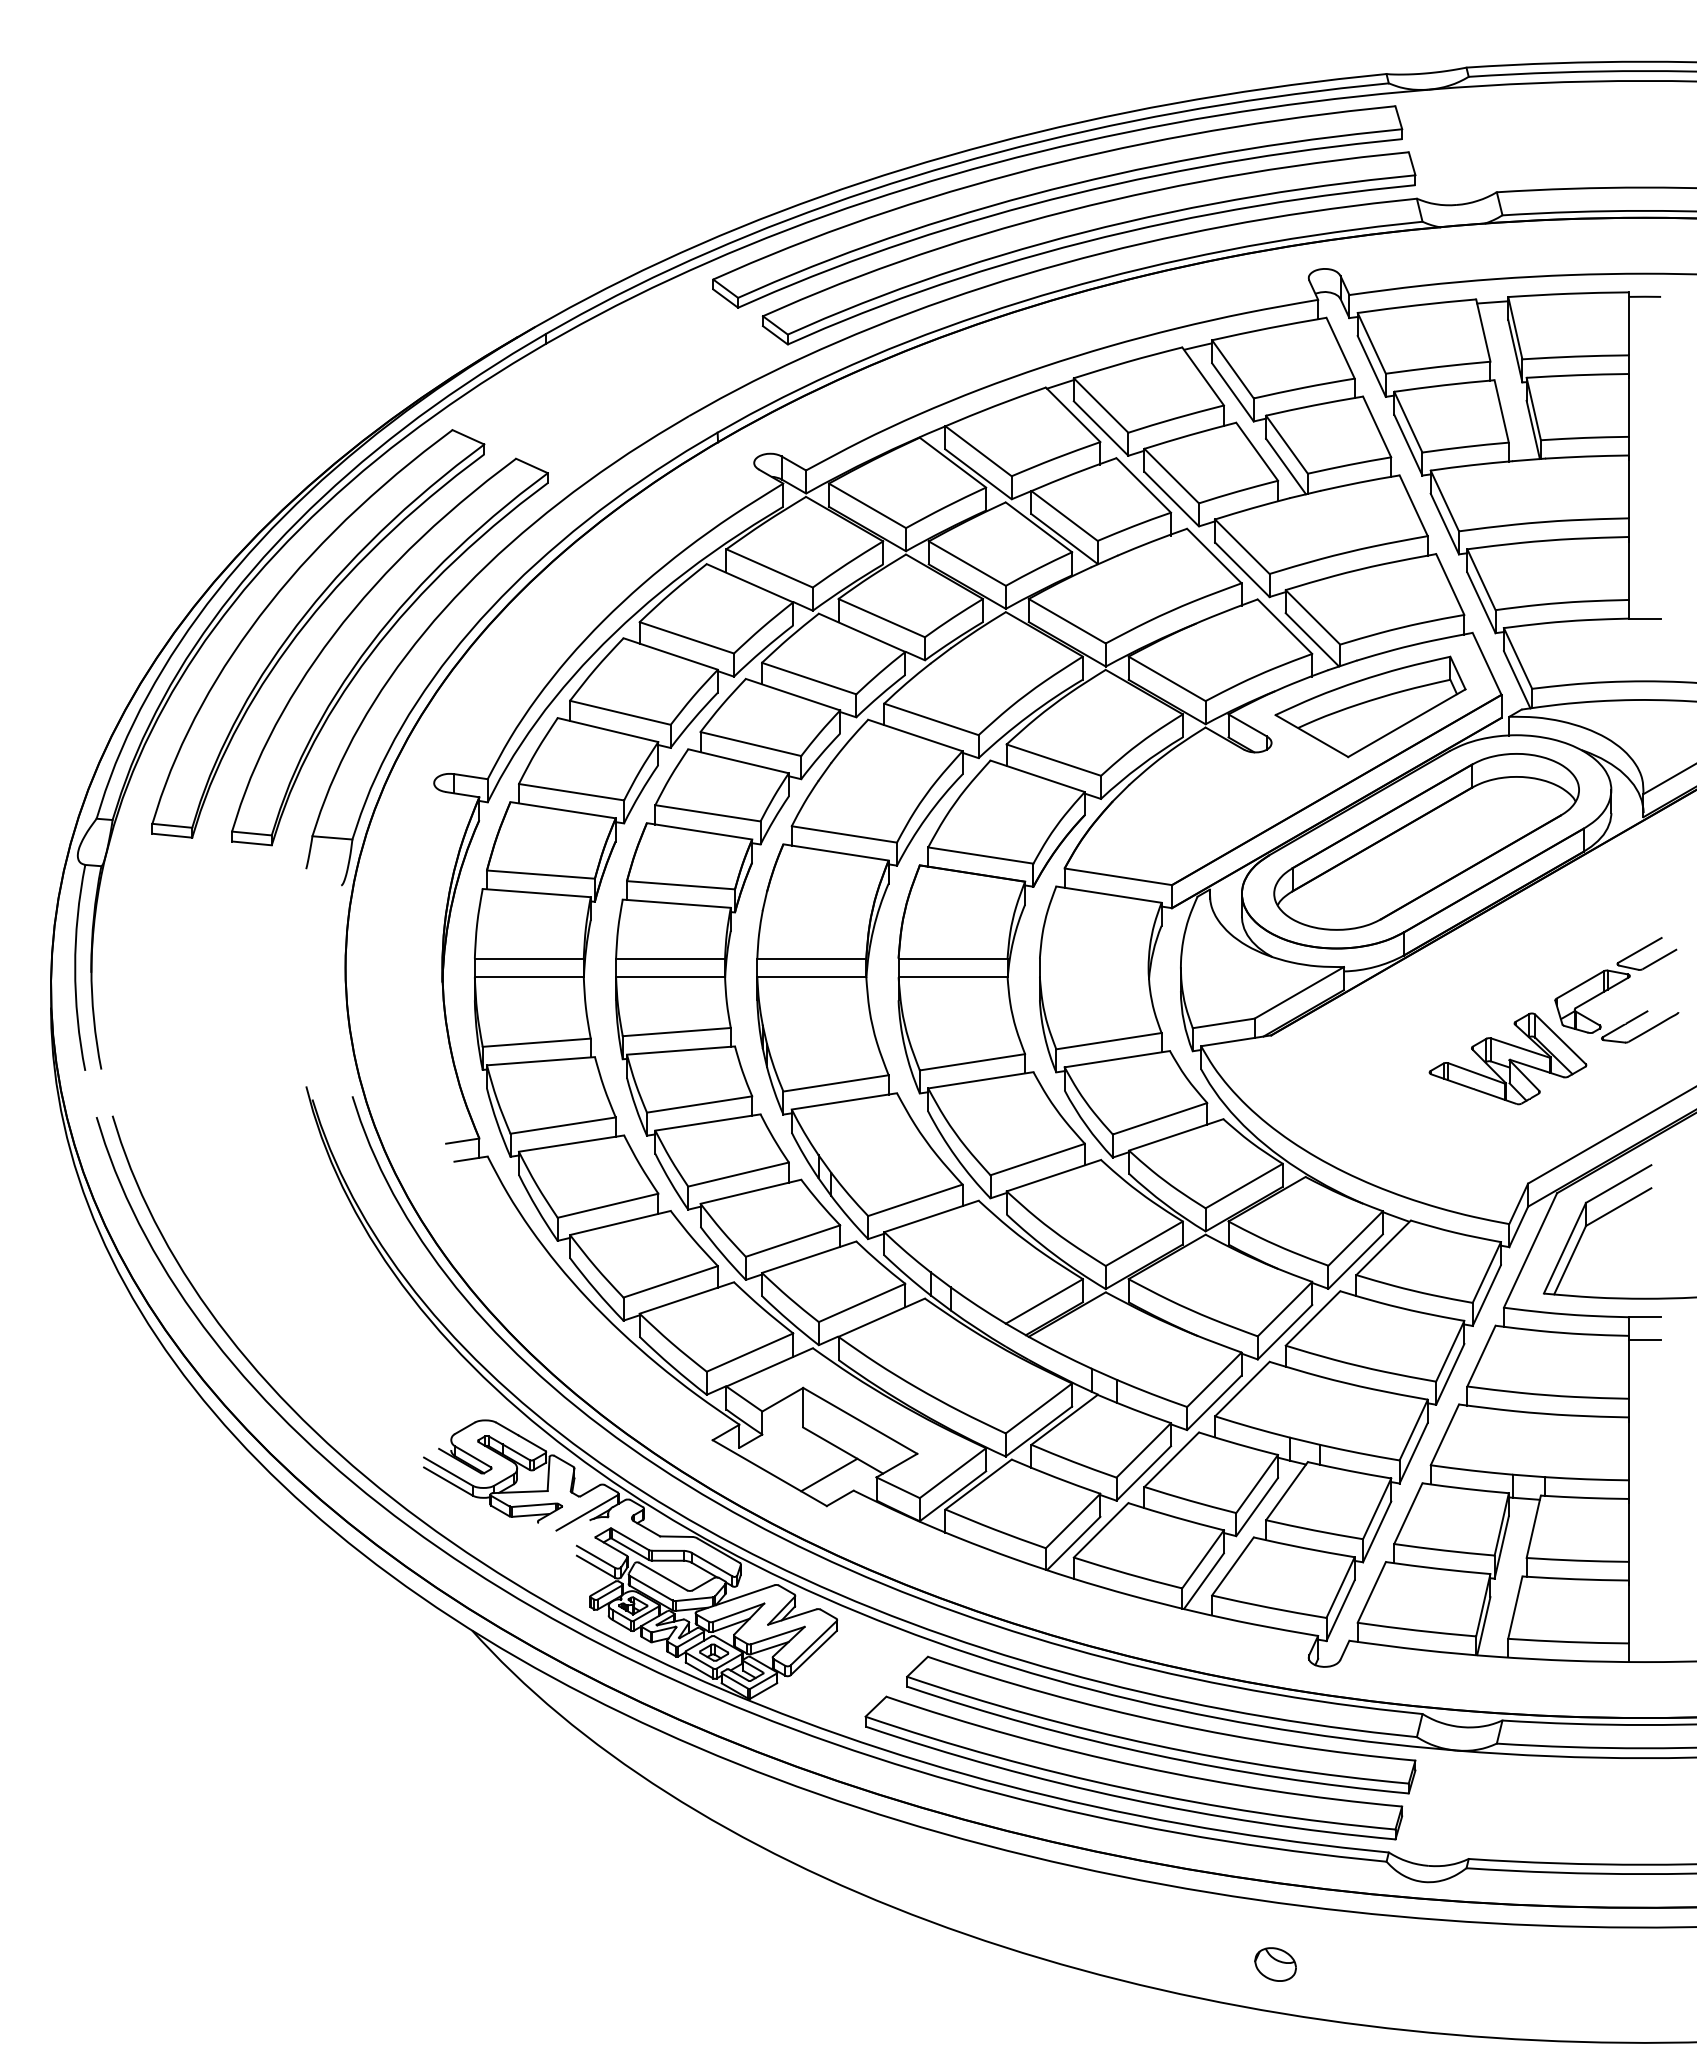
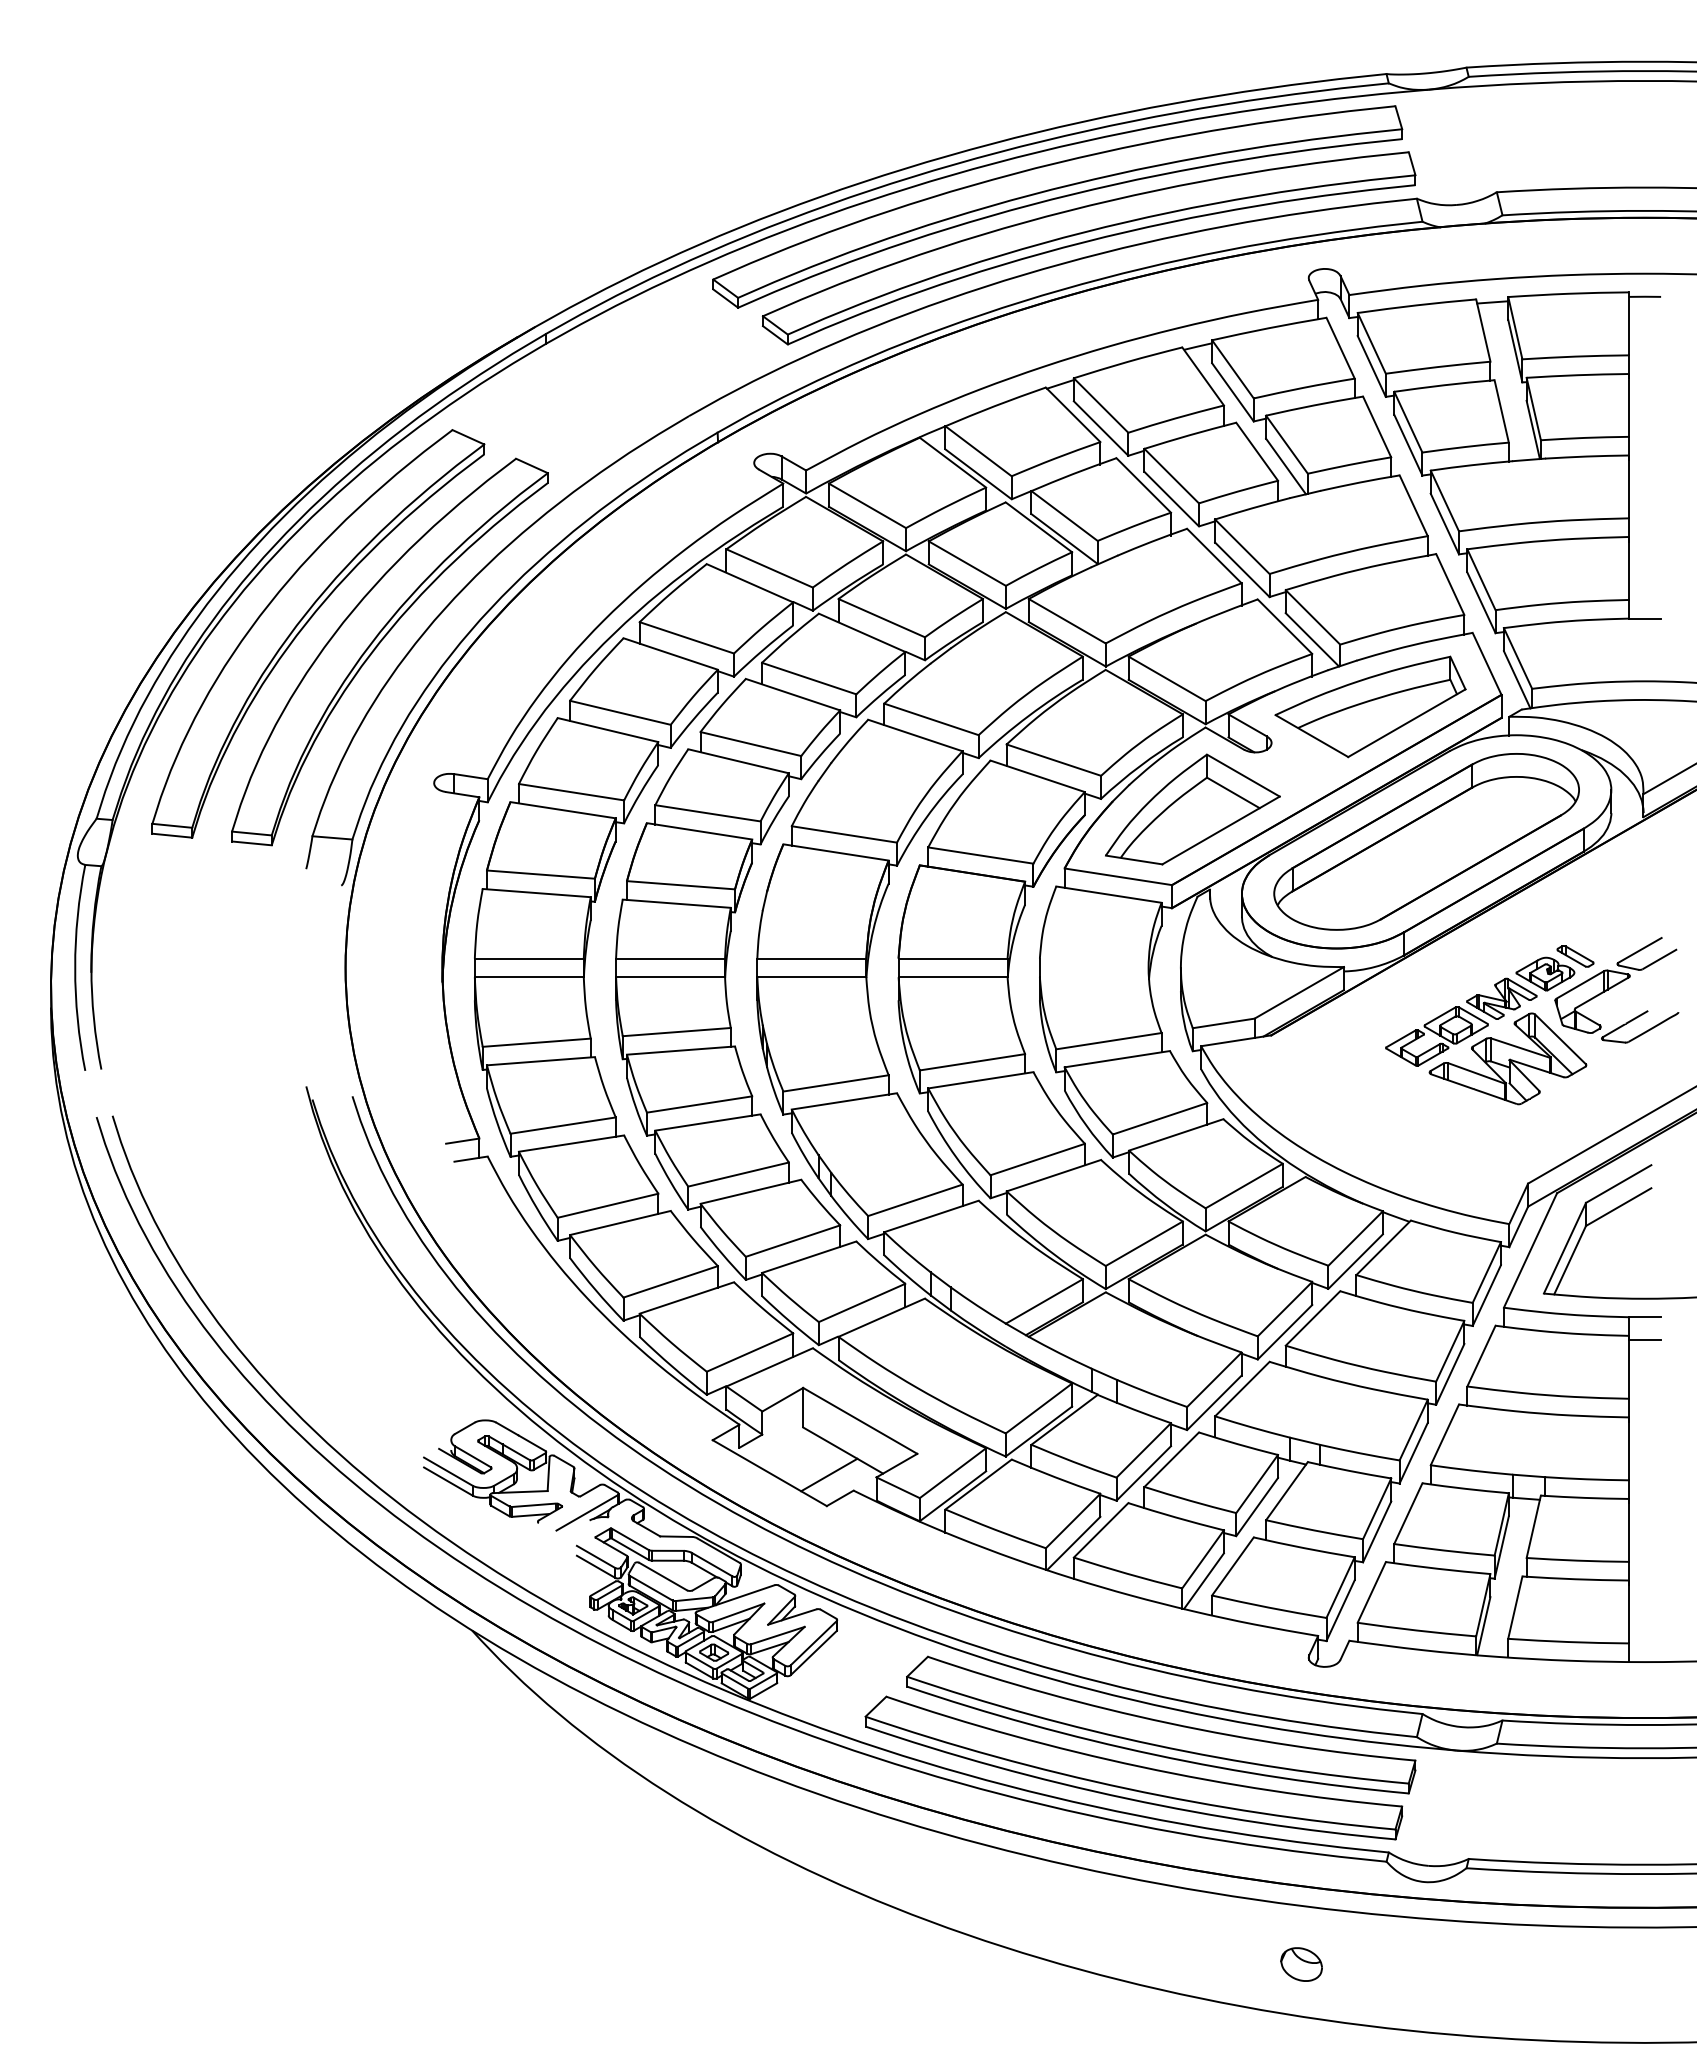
part at (1192, 809): none -> present
part at (1489, 1005): none -> present
part at (1275, 1964) position: (1275, 1964) -> (1301, 1964)
